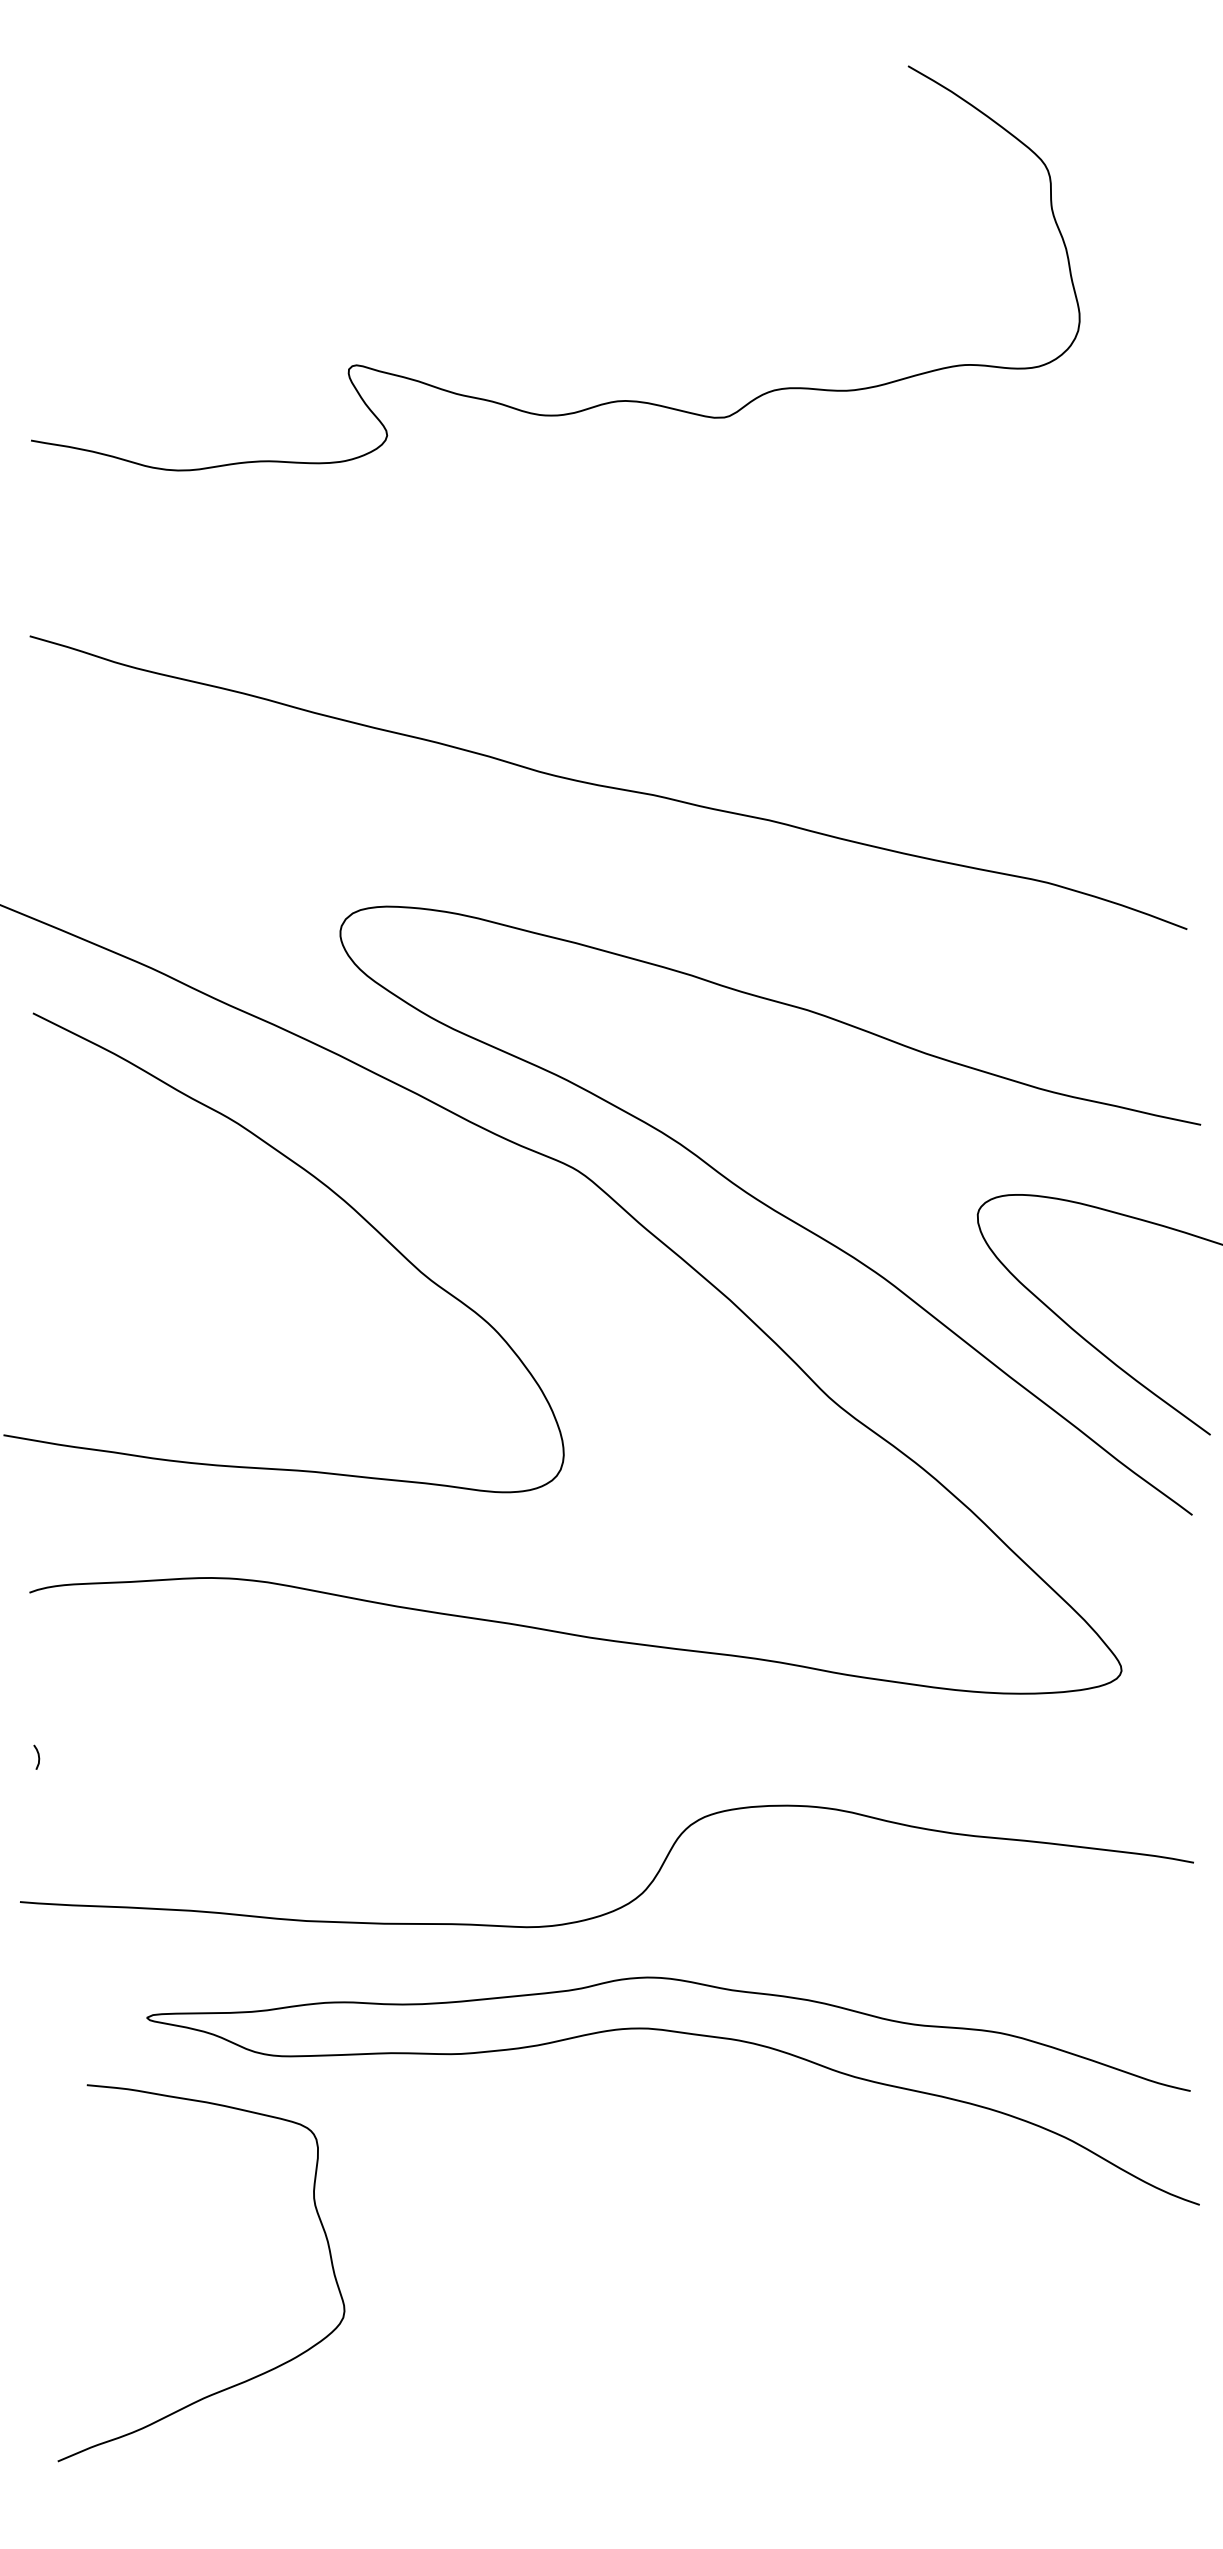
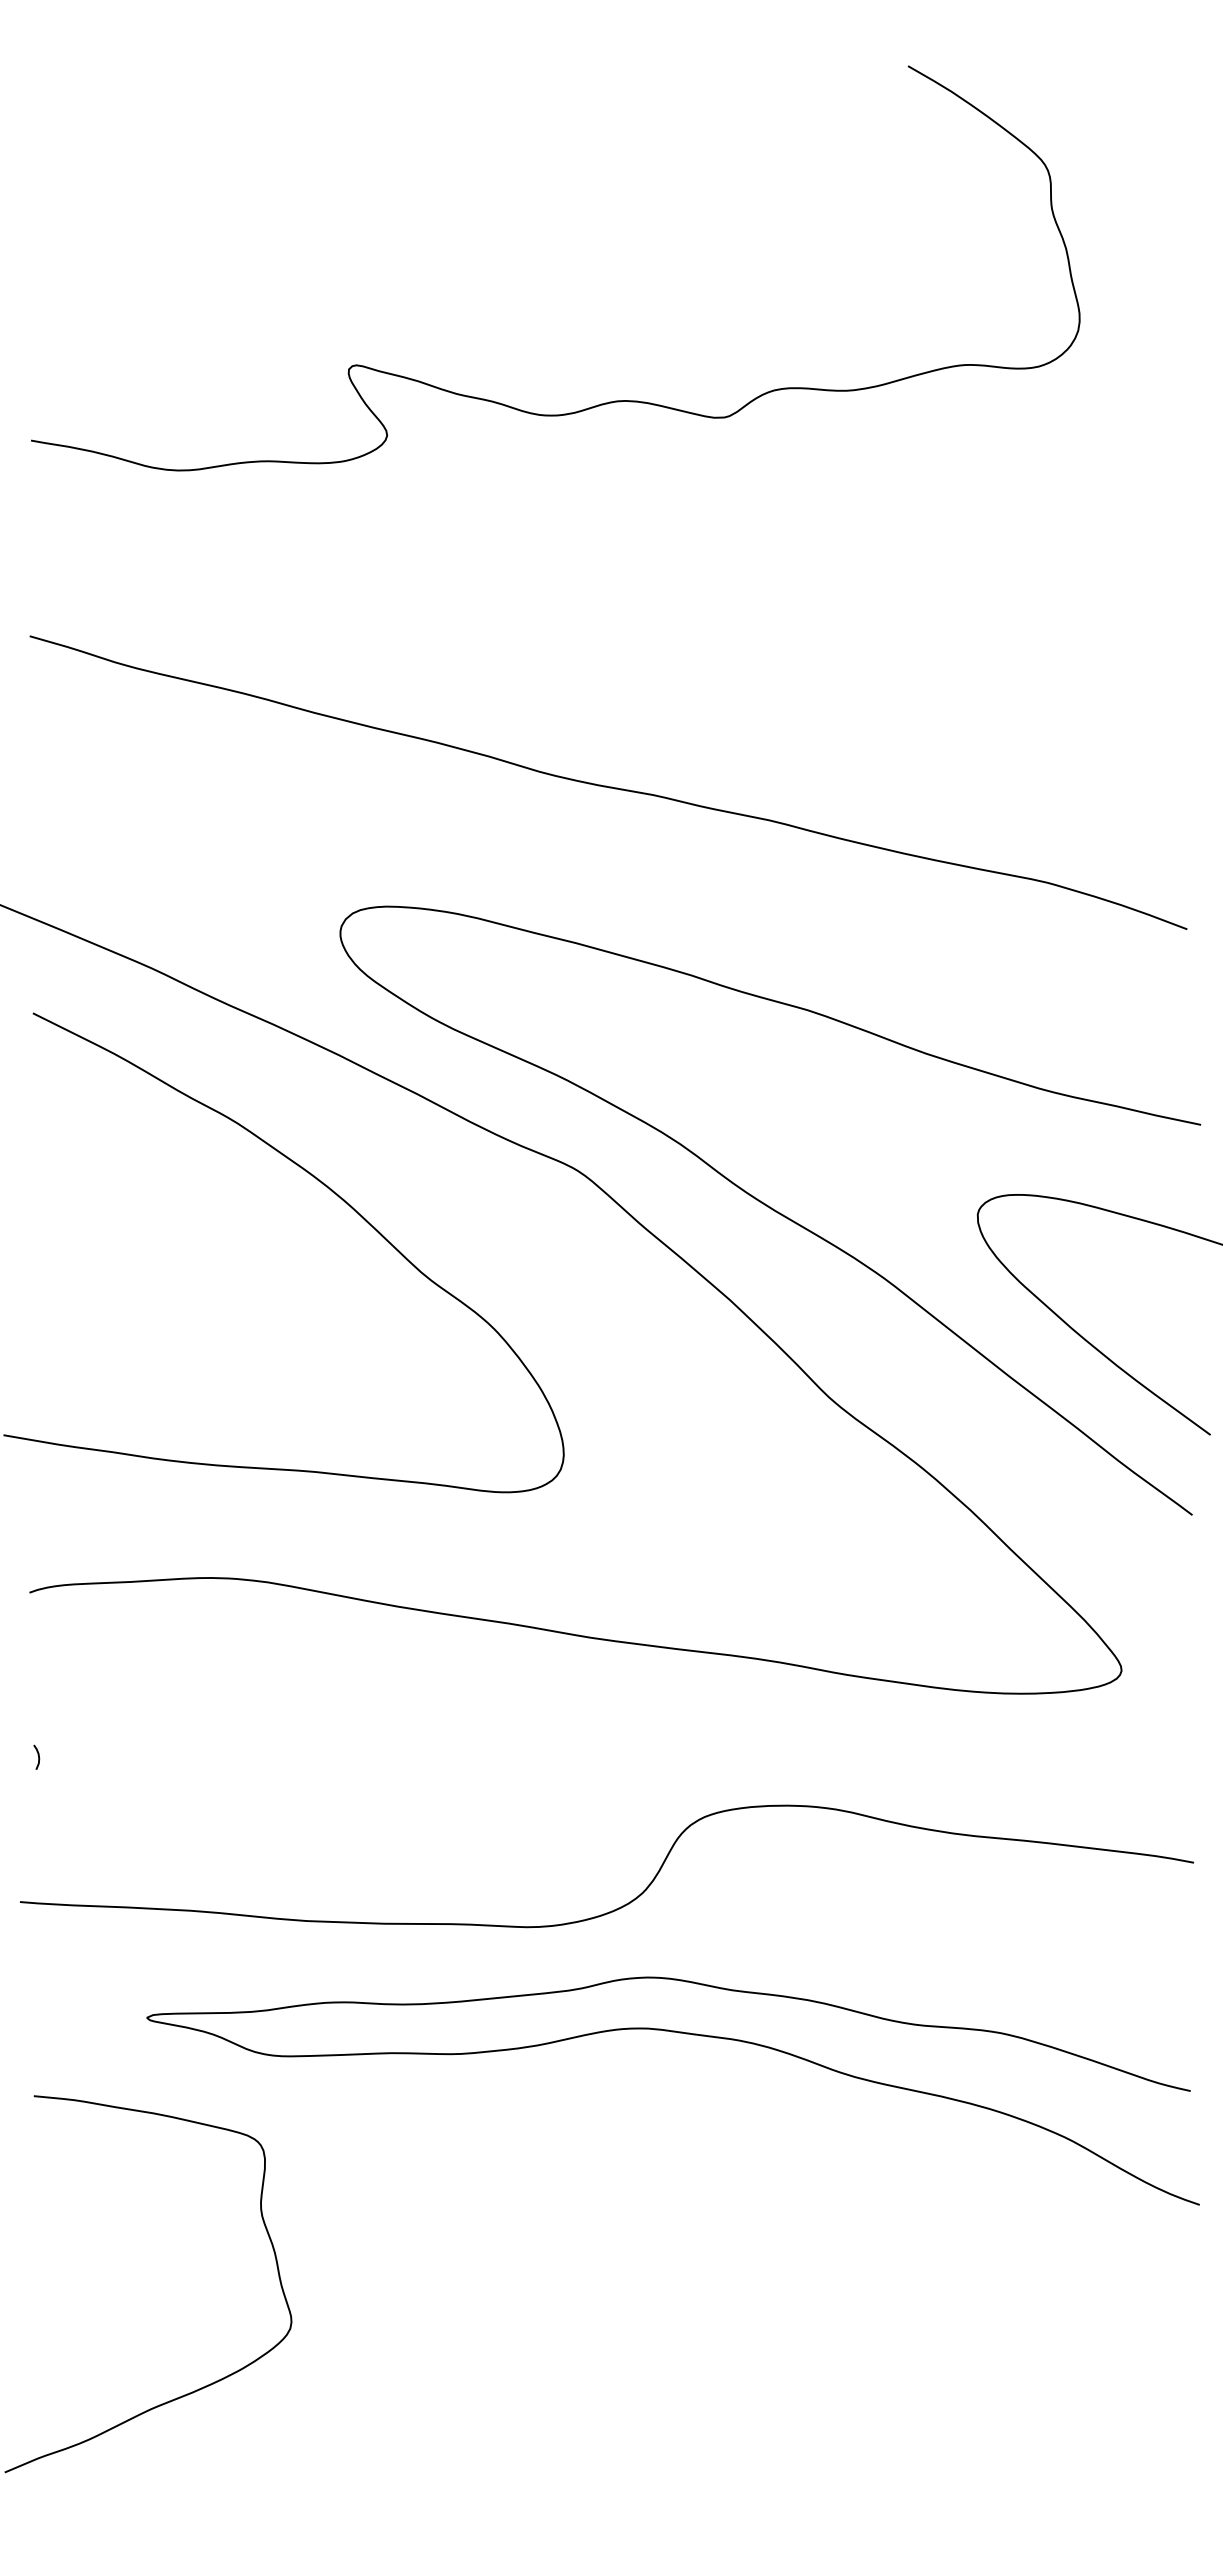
curve at (251, 2377) position: (251, 2377) -> (198, 2388)
